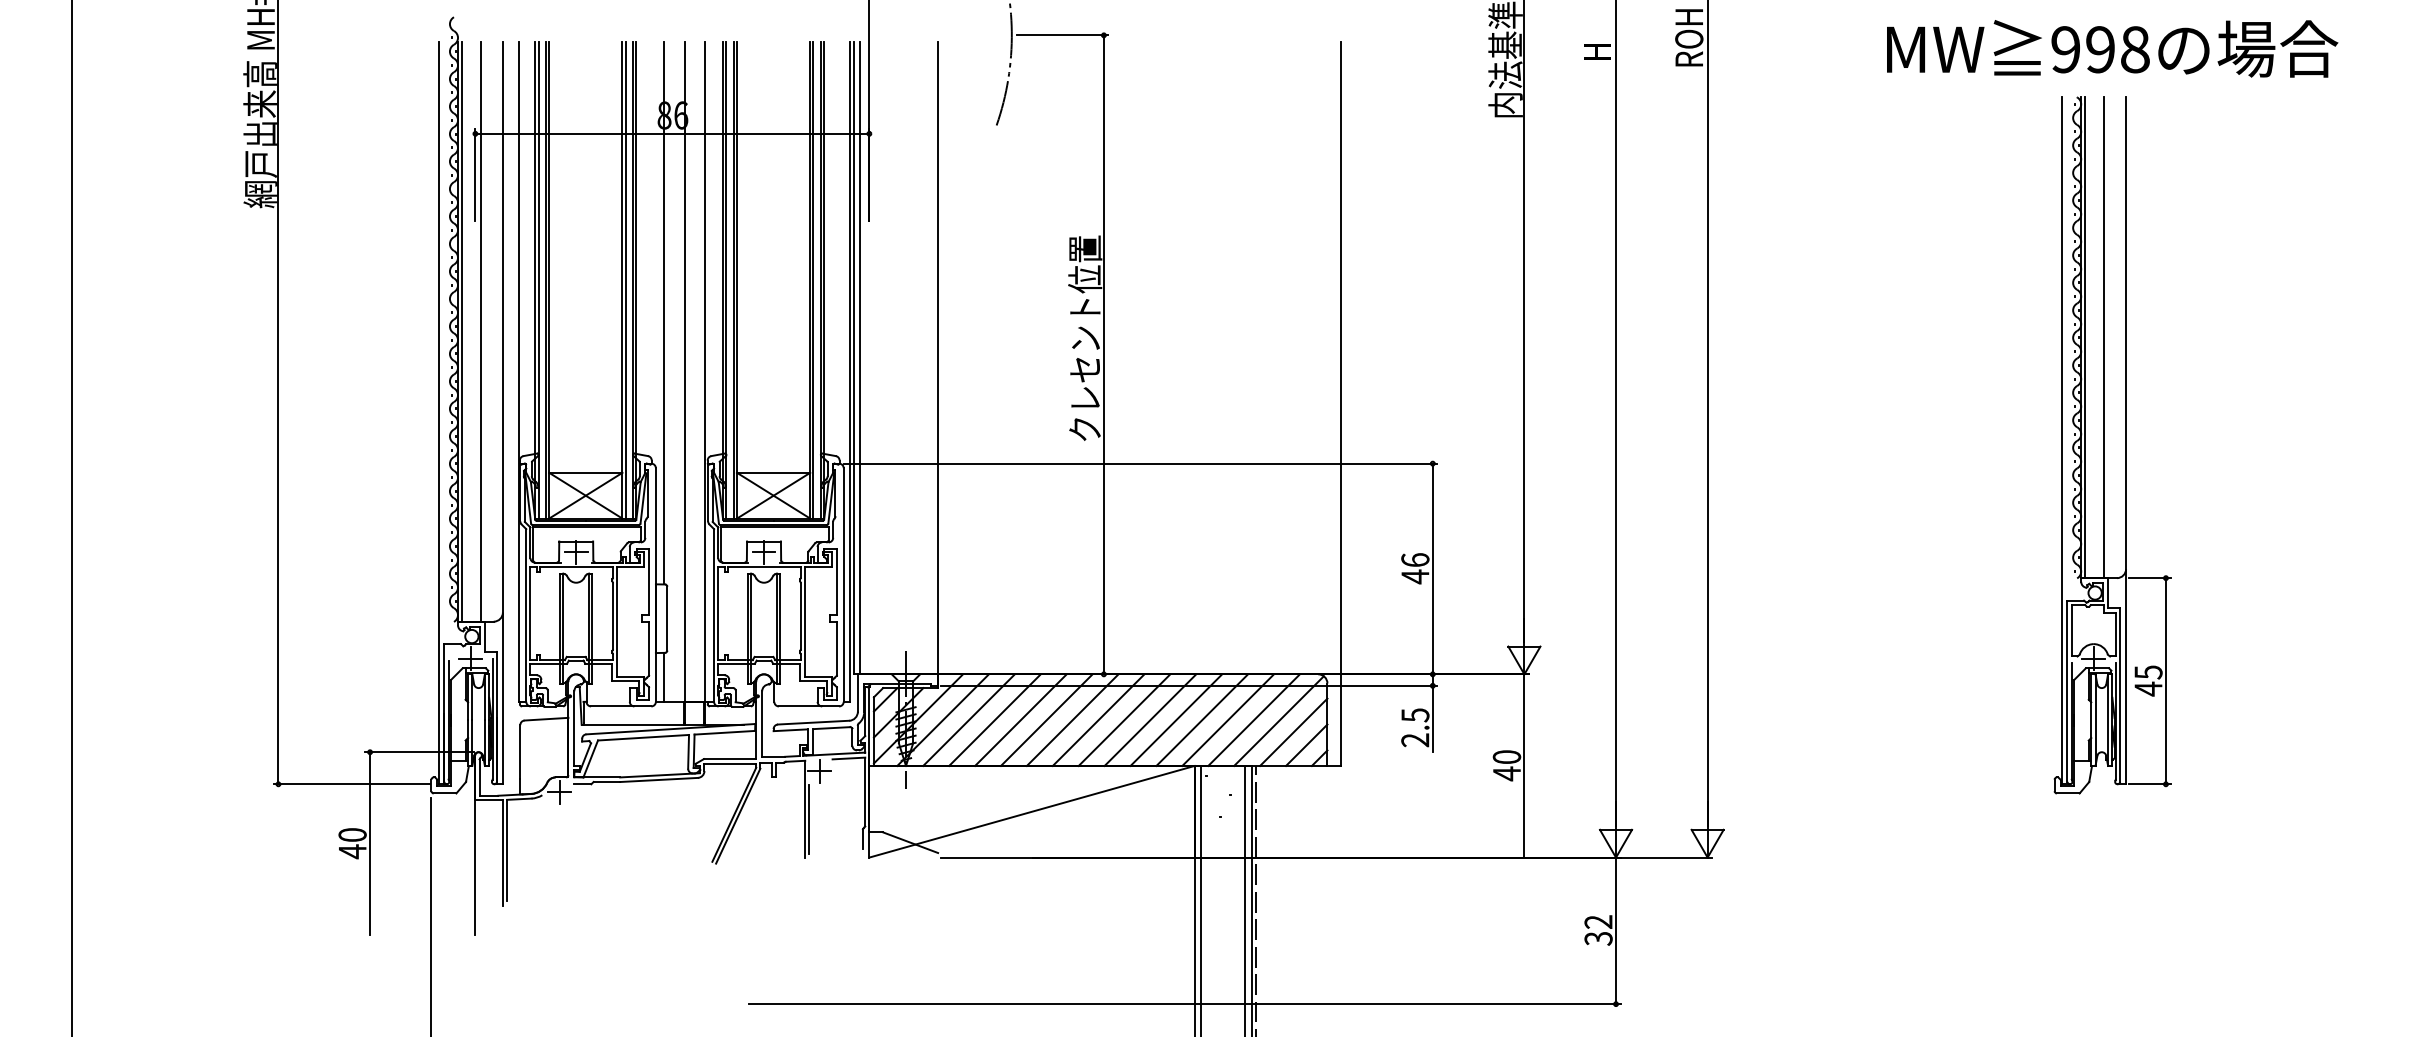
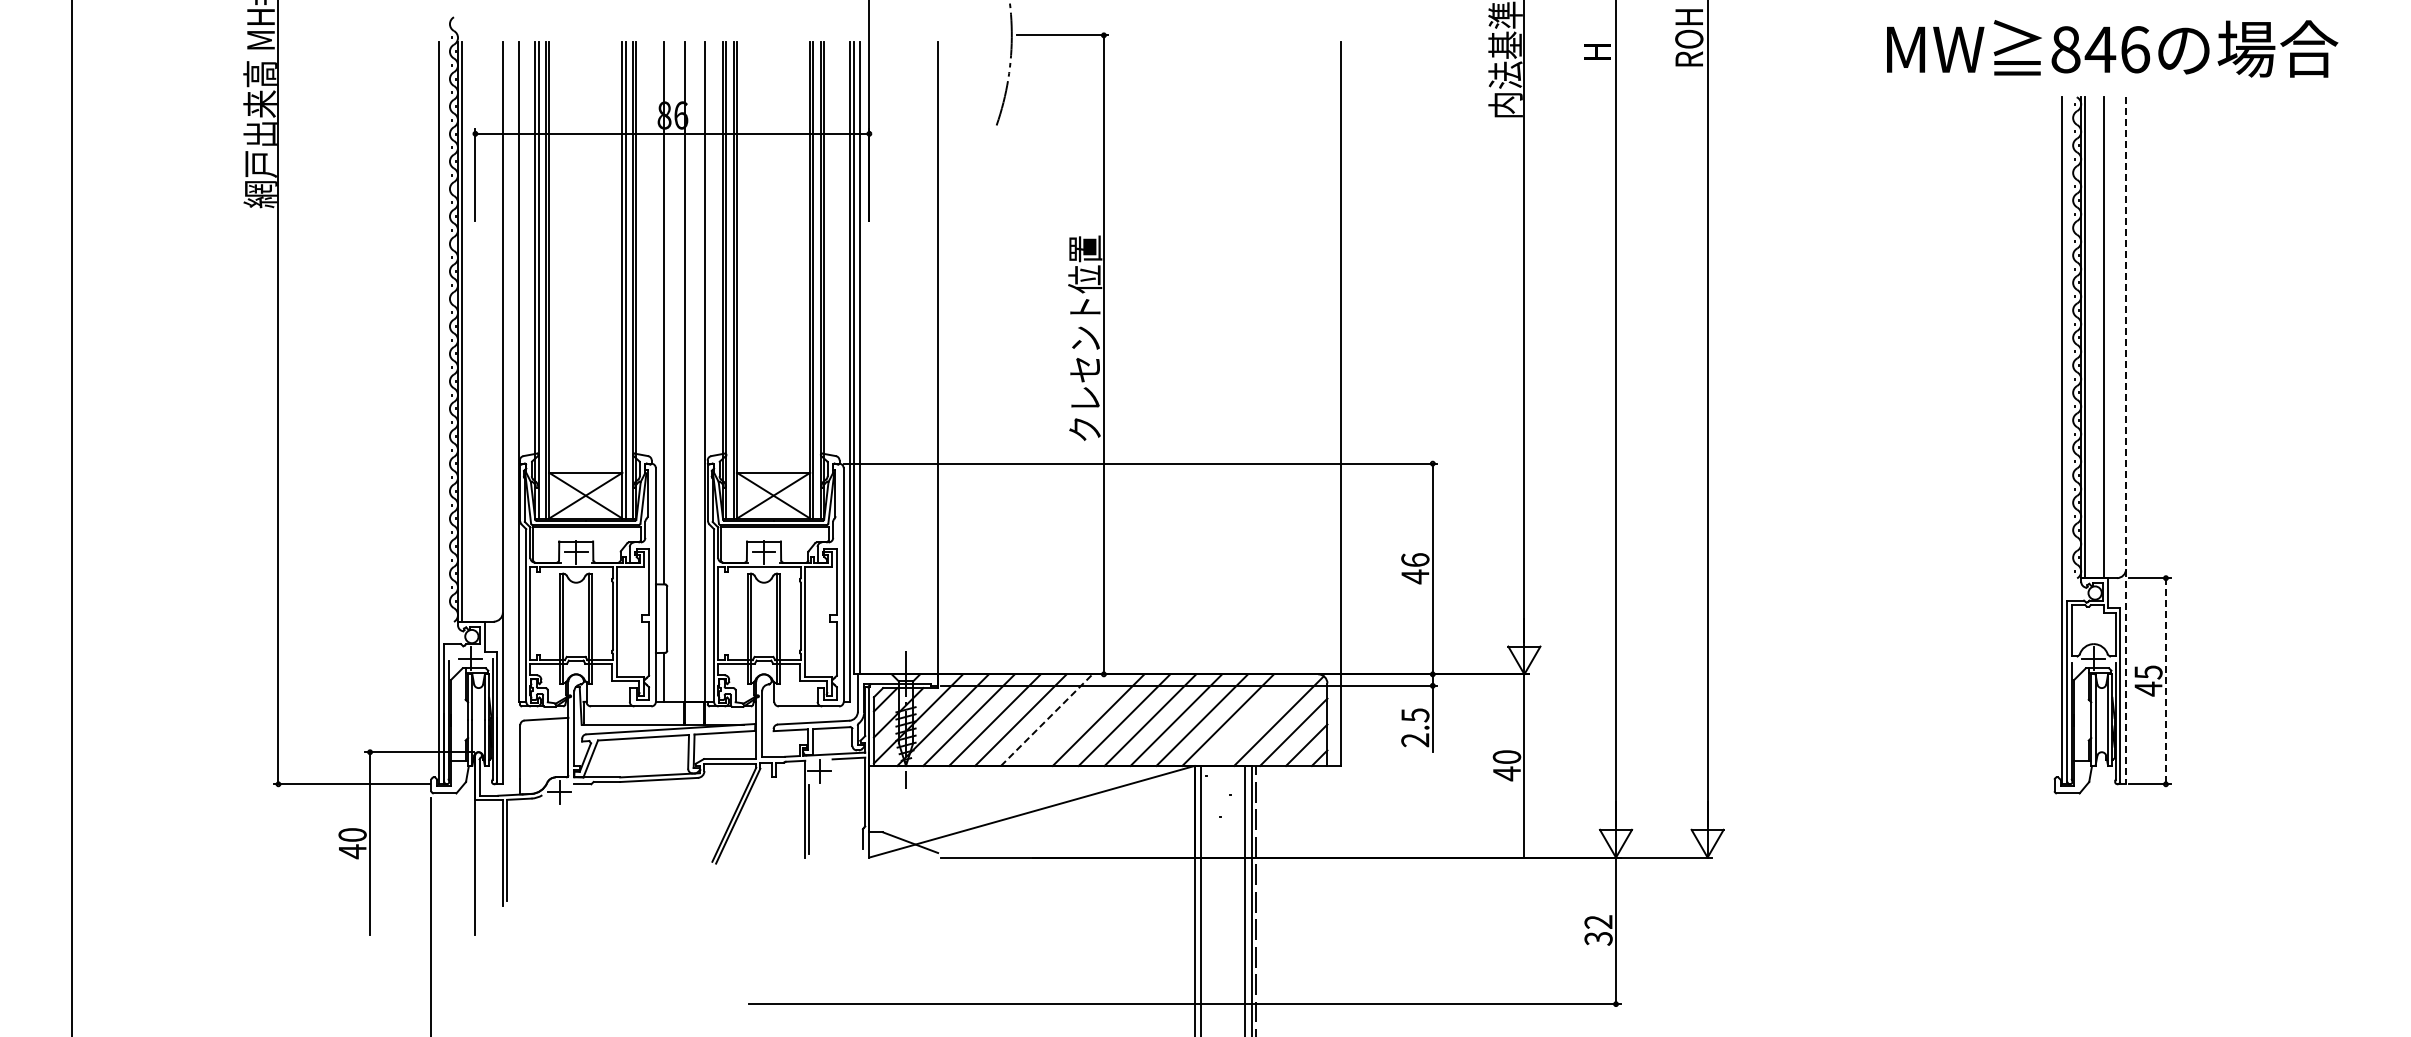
text at (2100, 49): 998 -> 846
line at (480, 331): present -> none
line at (2126, 440): solid -> dashed
line at (2165, 681): solid -> dashed
line at (1072, 719): present -> none
line at (1253, 719): present -> none
line at (1046, 720): solid -> dashed
